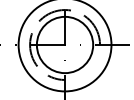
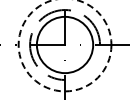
circle at (64, 45): solid -> dashed
